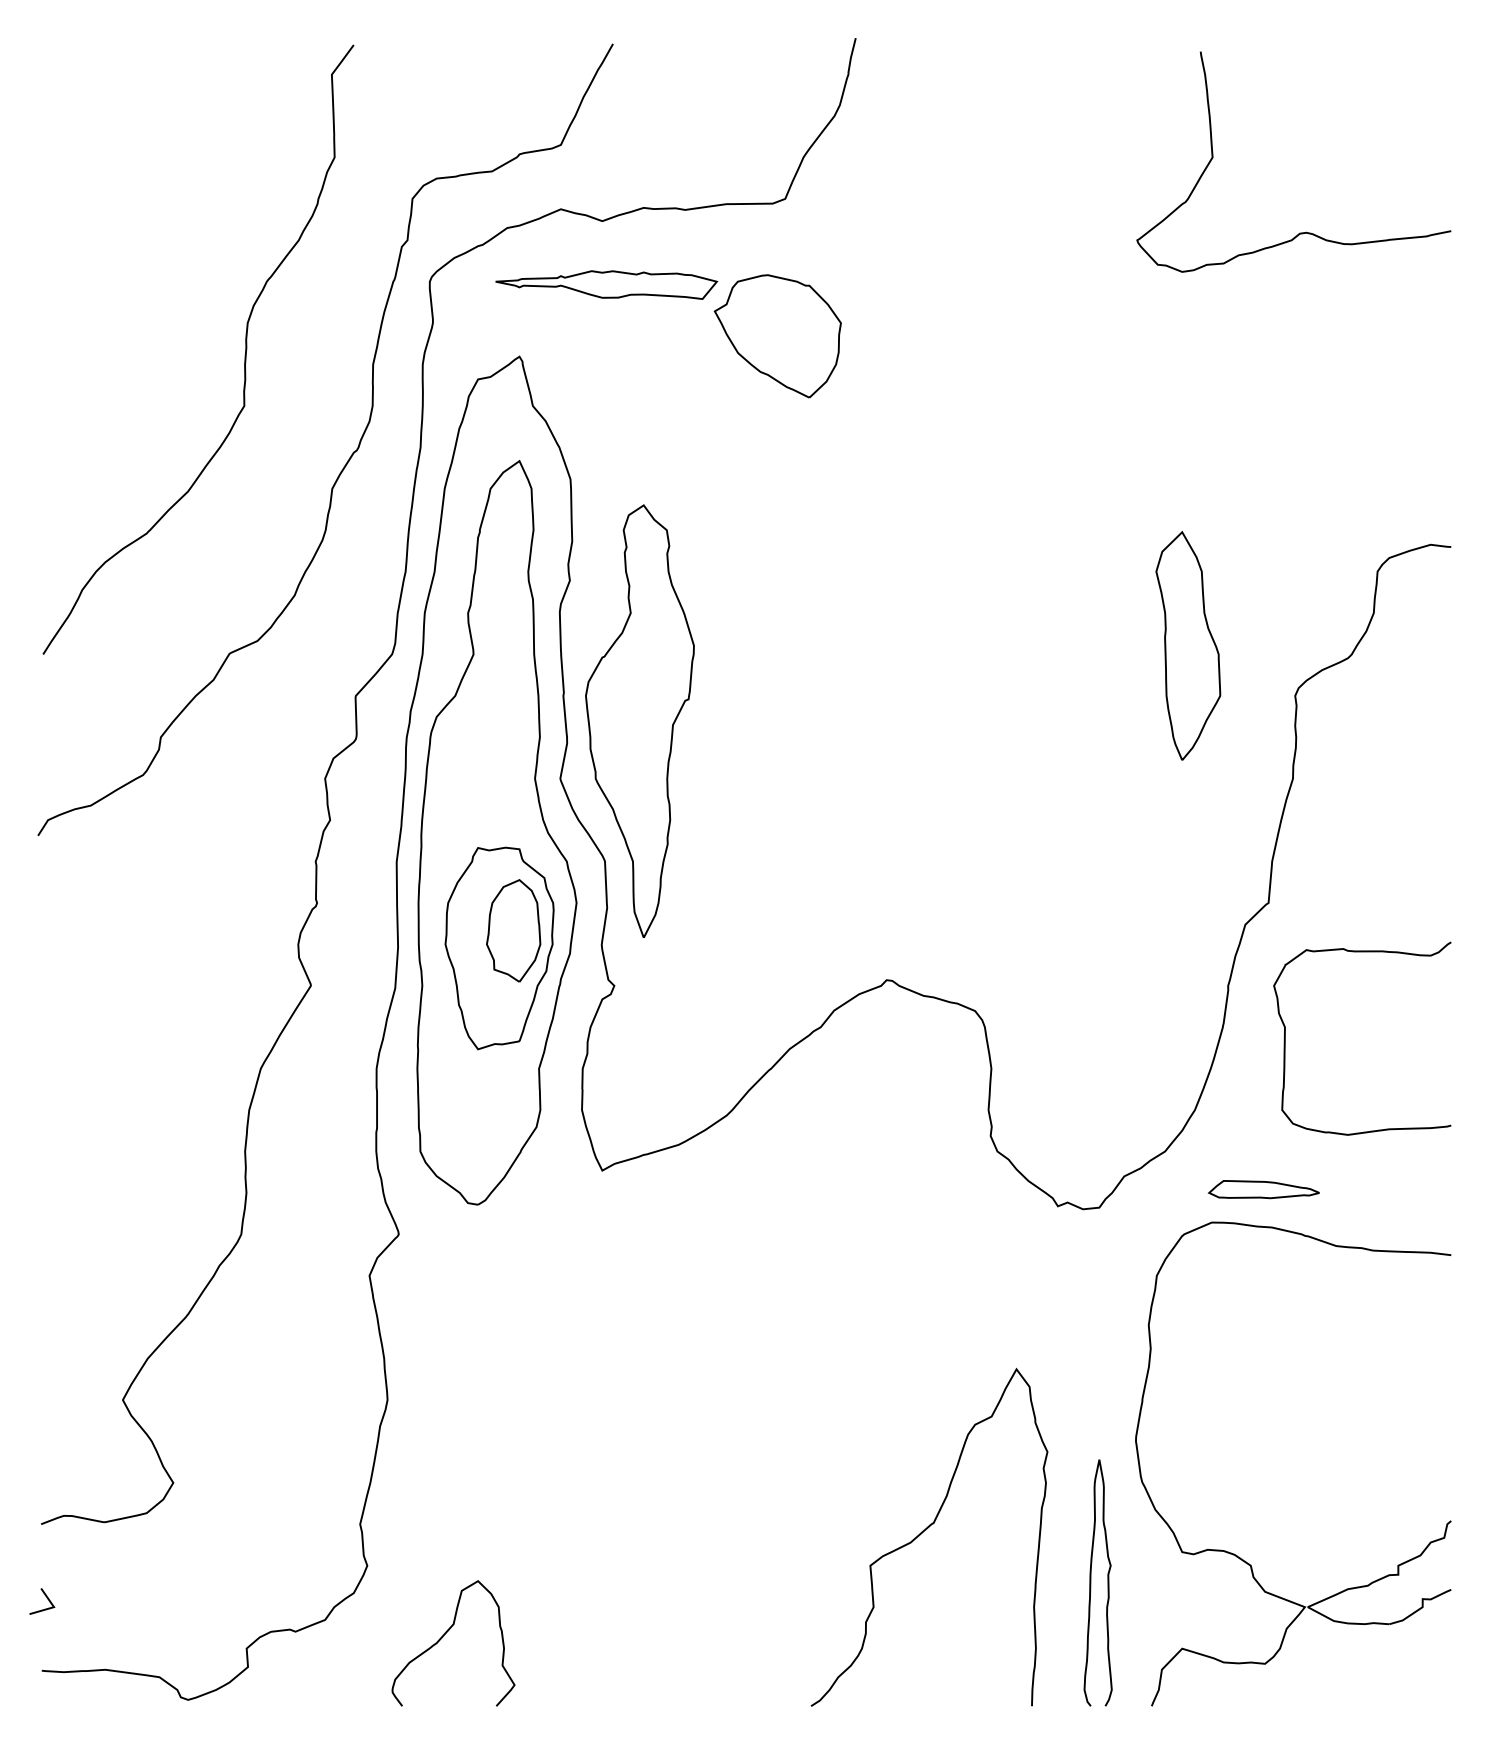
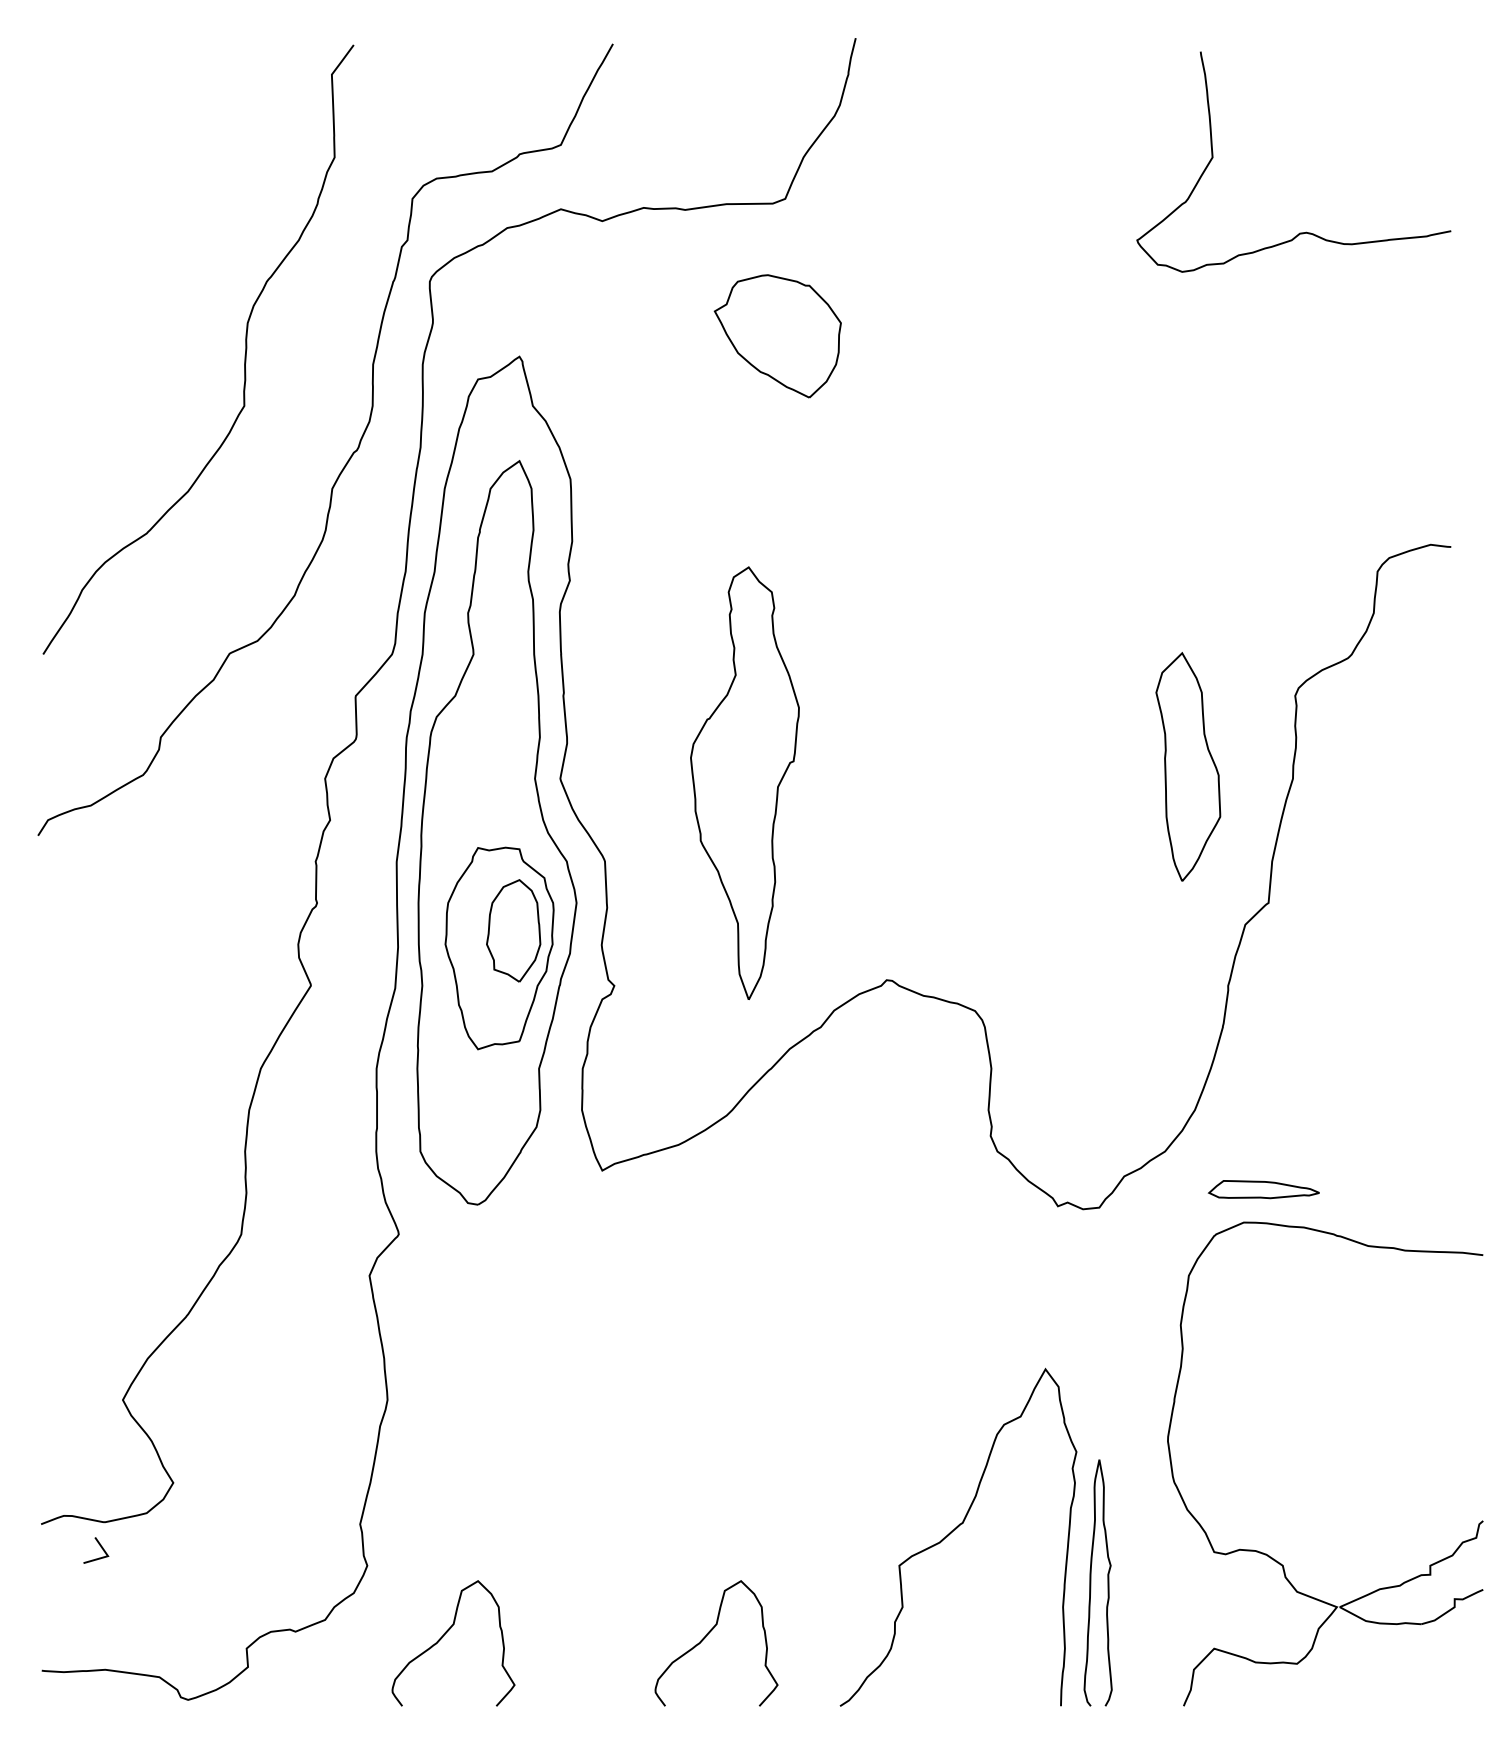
part at (606, 284): present -> none
part at (1188, 645) position: (1188, 645) -> (1188, 766)
part at (639, 720) position: (639, 720) -> (744, 782)
curve at (1285, 1038): present -> none
curve at (924, 1531) position: (924, 1531) -> (953, 1531)
part at (1236, 1554) position: (1236, 1554) -> (1268, 1554)
line at (46, 1598) position: (46, 1598) -> (100, 1547)
curve at (706, 1637): none -> present
